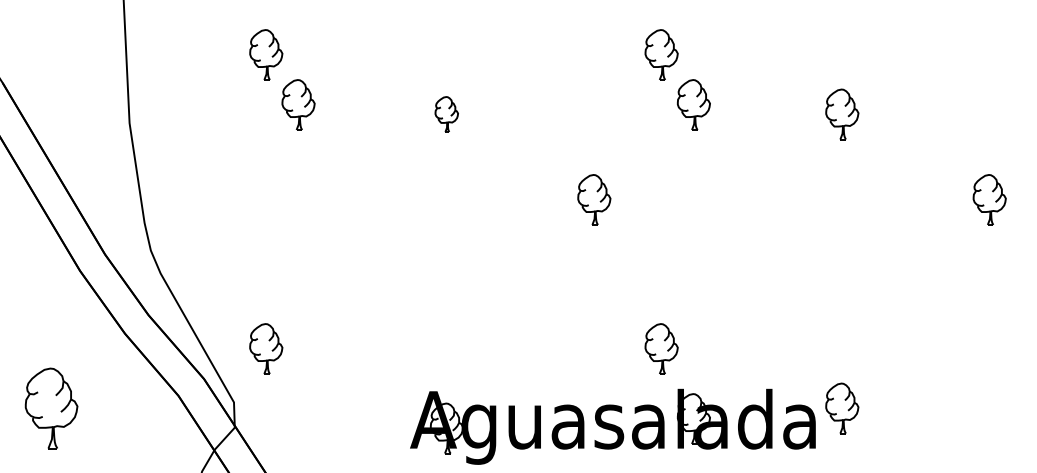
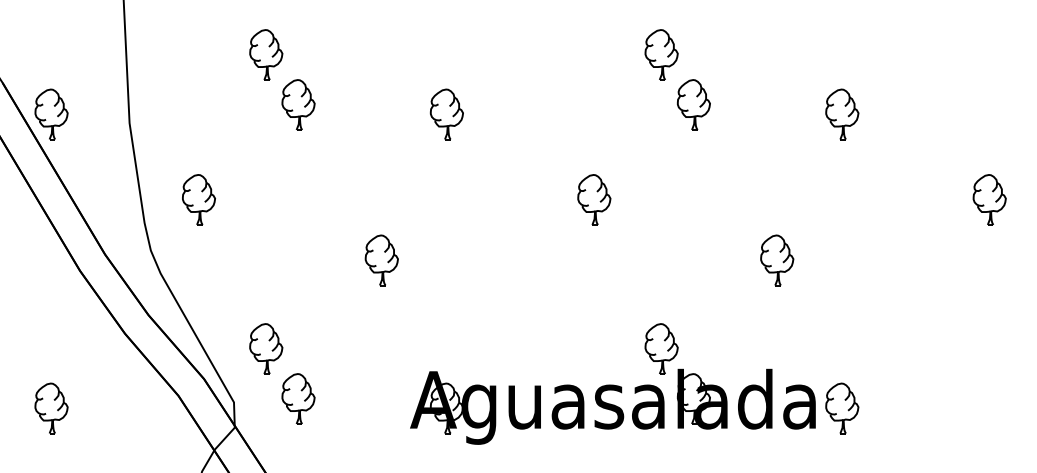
part at (51, 114): none -> present
part at (446, 114) size: 25x37 px -> 35x53 px
part at (198, 199): none -> present
part at (381, 260): none -> present
part at (777, 260): none -> present
part at (298, 398): none -> present
part at (51, 408) size: 55x83 px -> 35x53 px
part at (612, 426) position: (612, 426) -> (612, 406)
